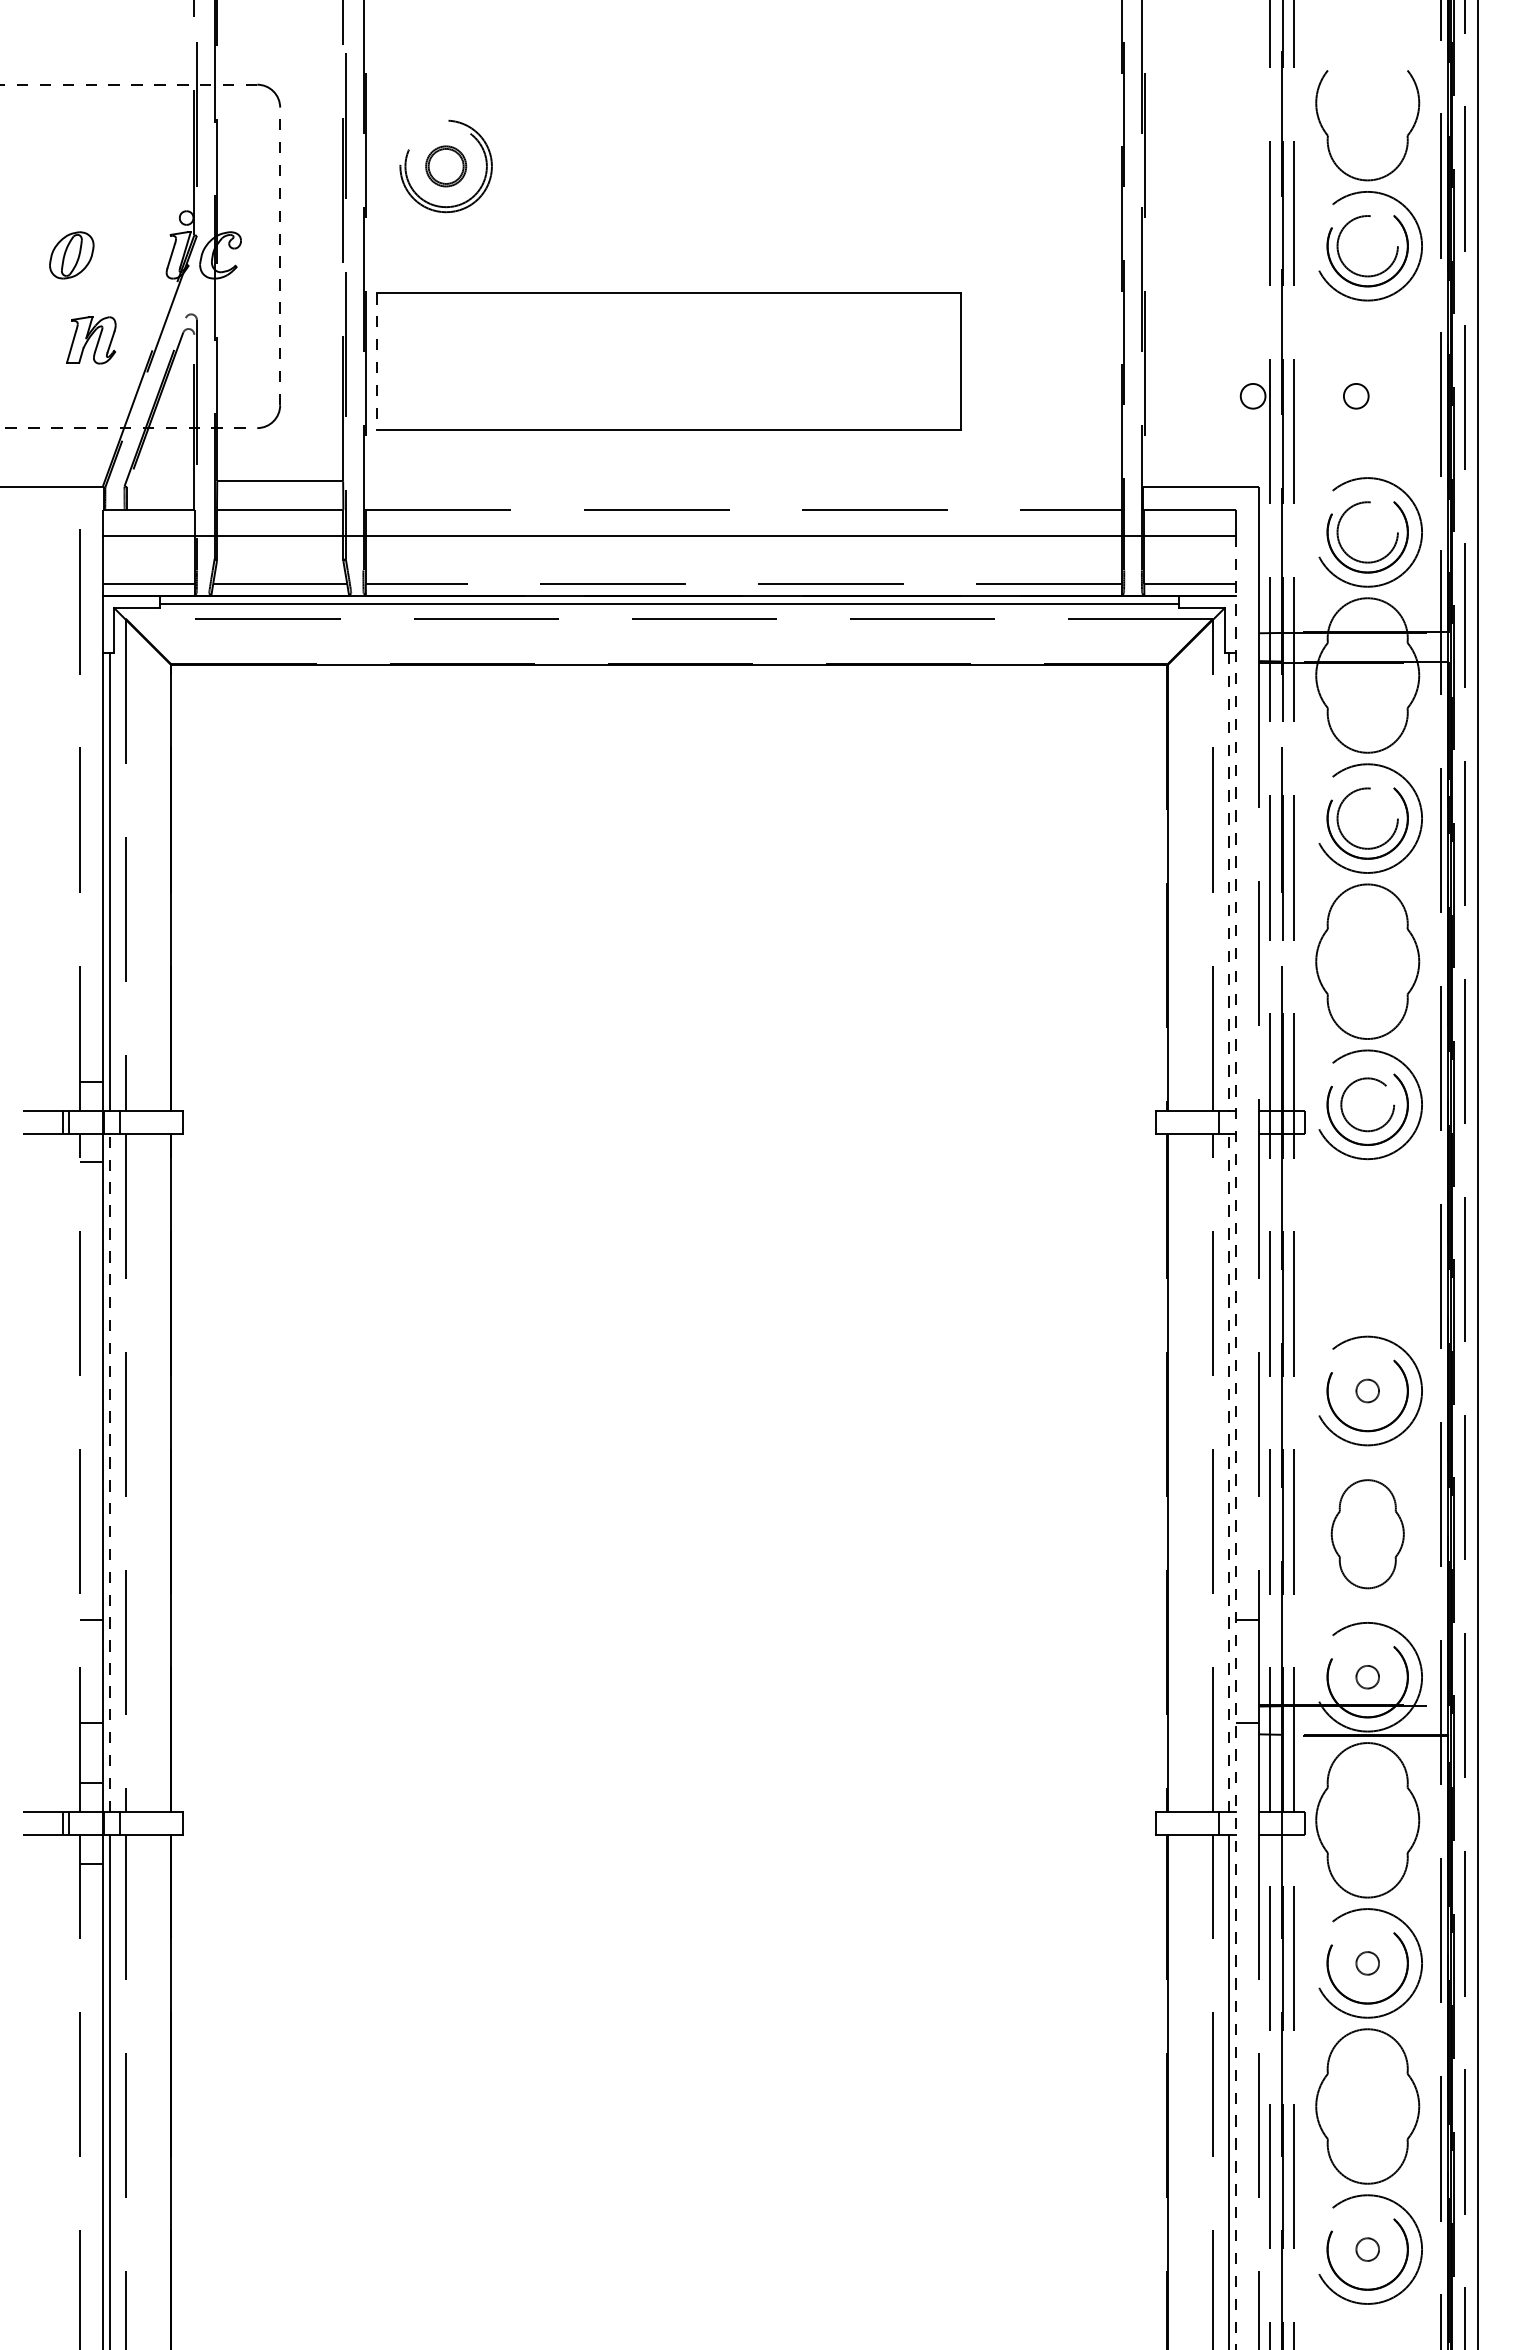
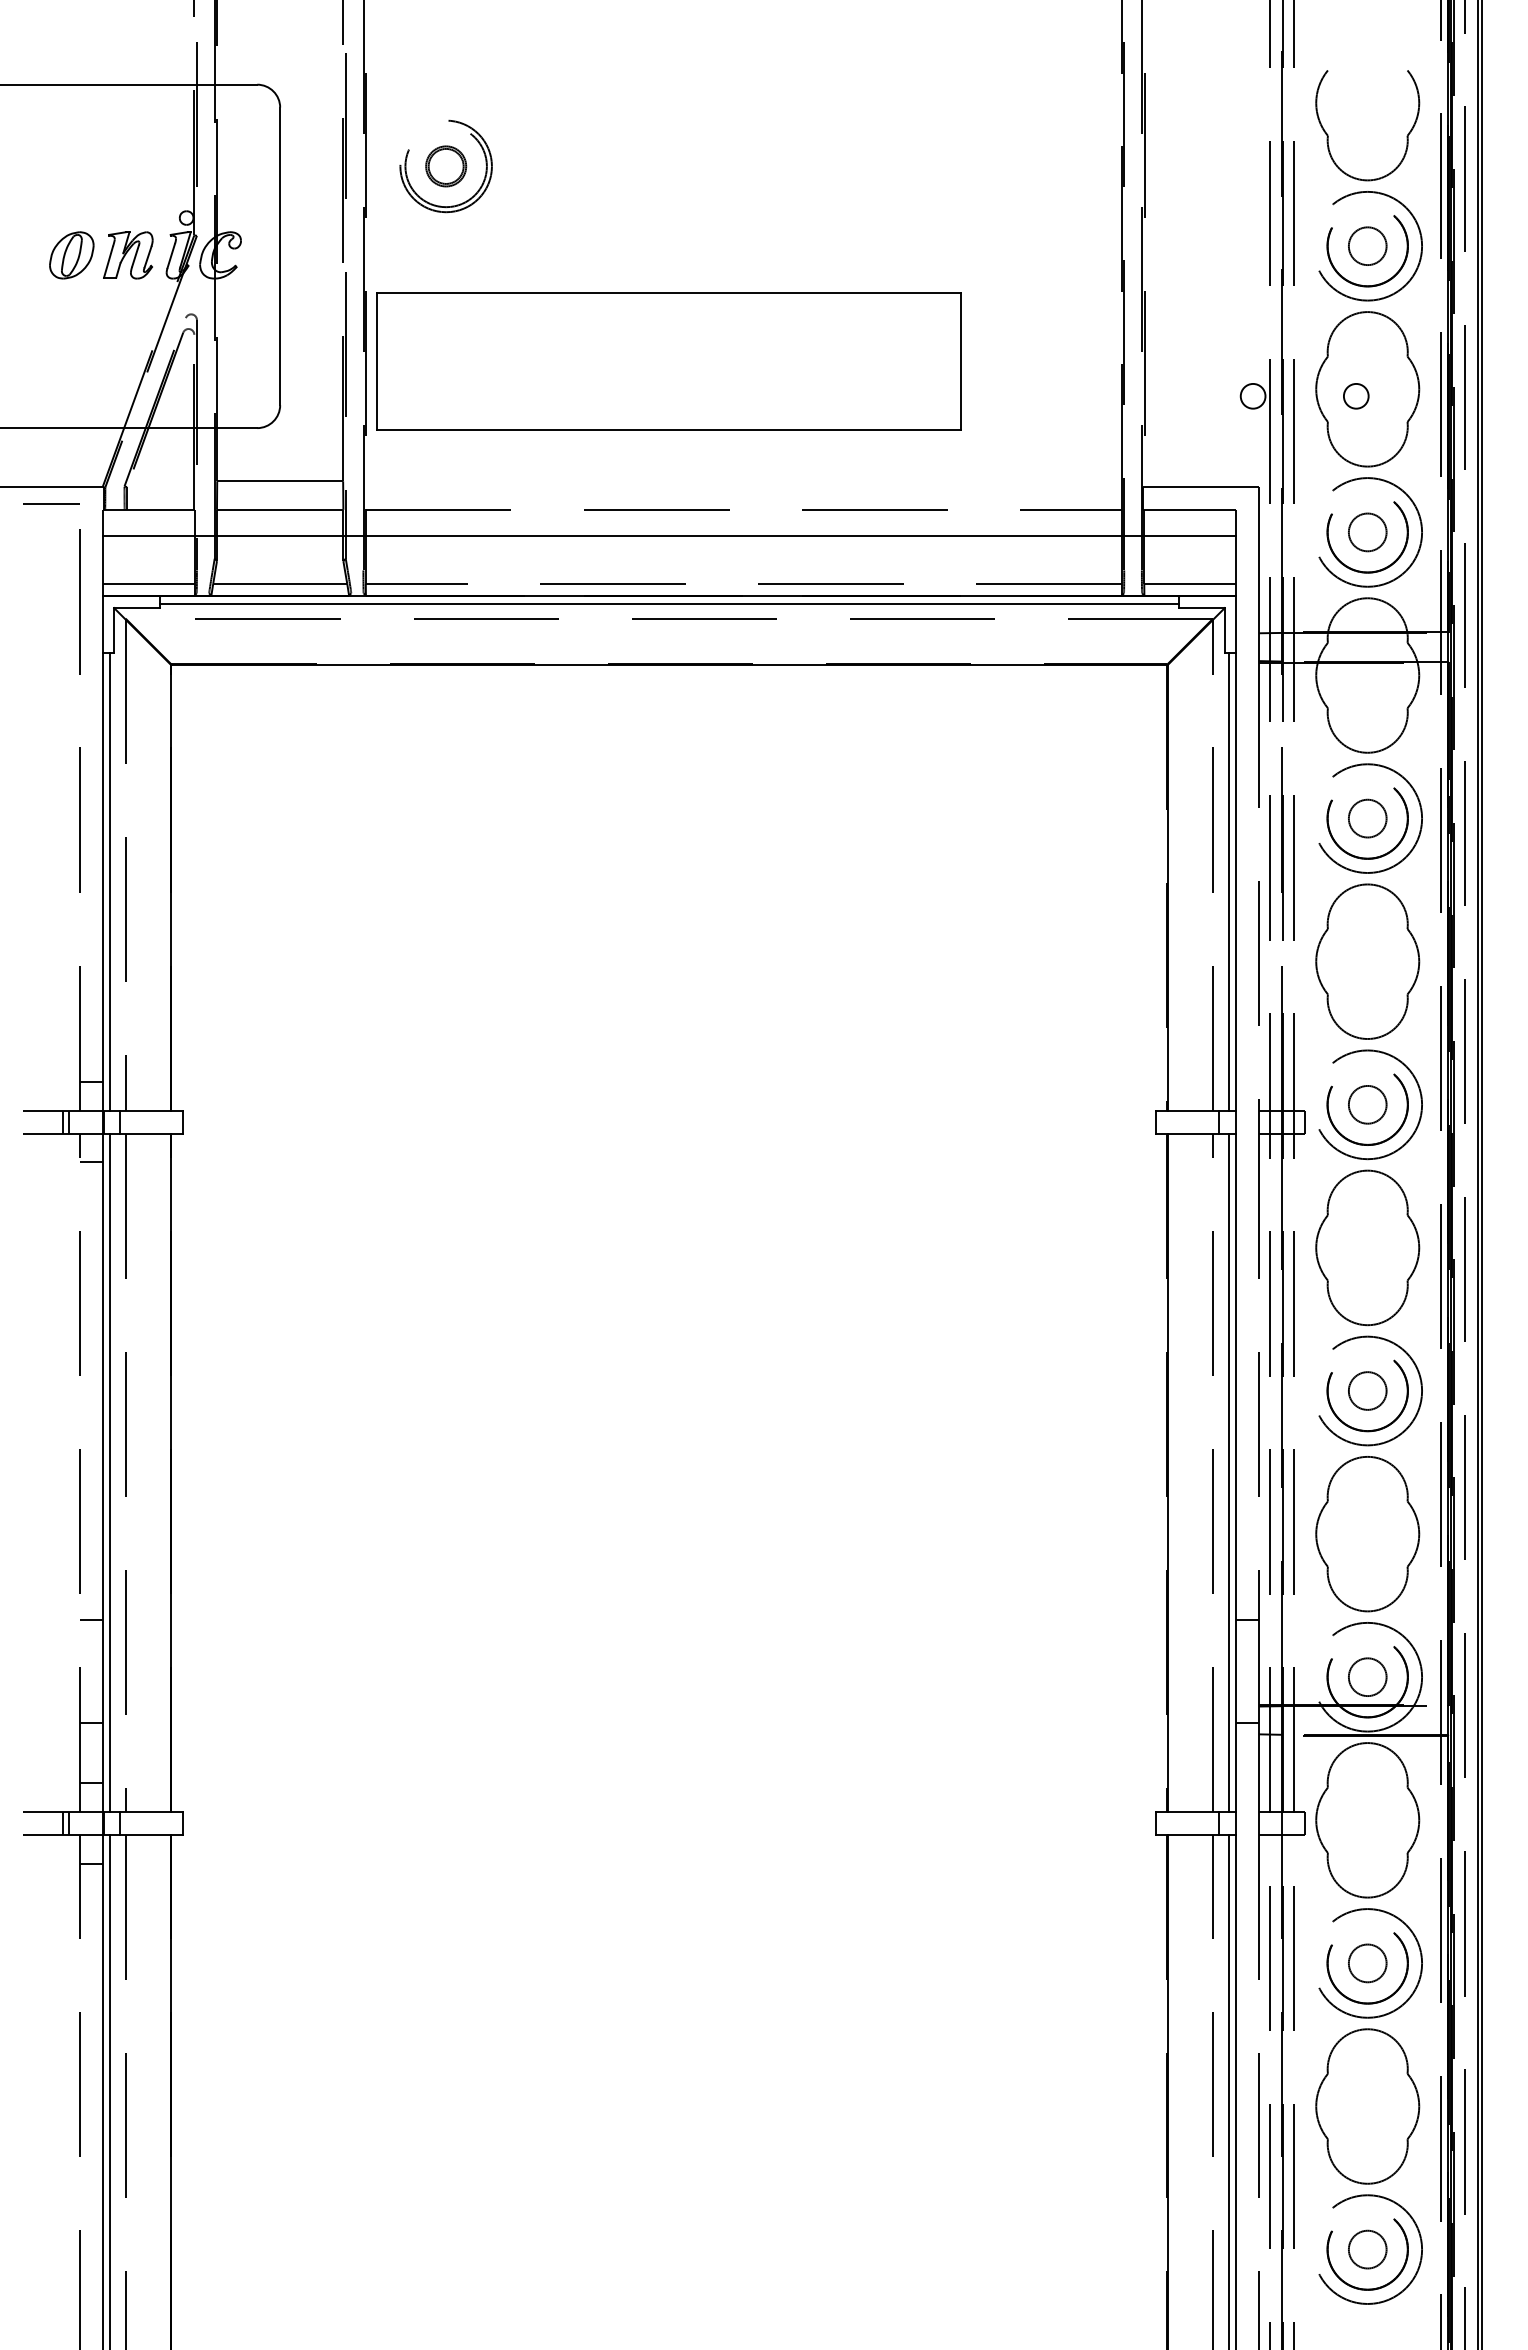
line at (128, 84): dashed -> solid
circle at (1367, 246) diameter: 60 px -> 38 px
line at (280, 256): dashed -> solid
part at (91, 340) position: (91, 340) -> (128, 255)
line at (377, 361): dashed -> solid
part at (1367, 389): none -> present
line at (129, 428): dashed -> solid
line at (50, 504): none -> present
circle at (1367, 532) diameter: 60 px -> 38 px
circle at (1367, 818) diameter: 60 px -> 38 px
line at (1228, 881): dashed -> solid
circle at (1367, 1104) diameter: 53 px -> 38 px
line at (1482, 1174): none -> present
part at (1367, 1247): none -> present
circle at (1367, 1390) diameter: 23 px -> 38 px
line at (1236, 1442): dashed -> solid
line at (110, 1472): dashed -> solid
line at (1228, 1472): dashed -> solid
part at (1367, 1534) size: 75x111 px -> 106x157 px
circle at (1367, 1676) diameter: 23 px -> 38 px
circle at (1367, 1963) diameter: 23 px -> 38 px
circle at (1367, 2249) diameter: 23 px -> 38 px
